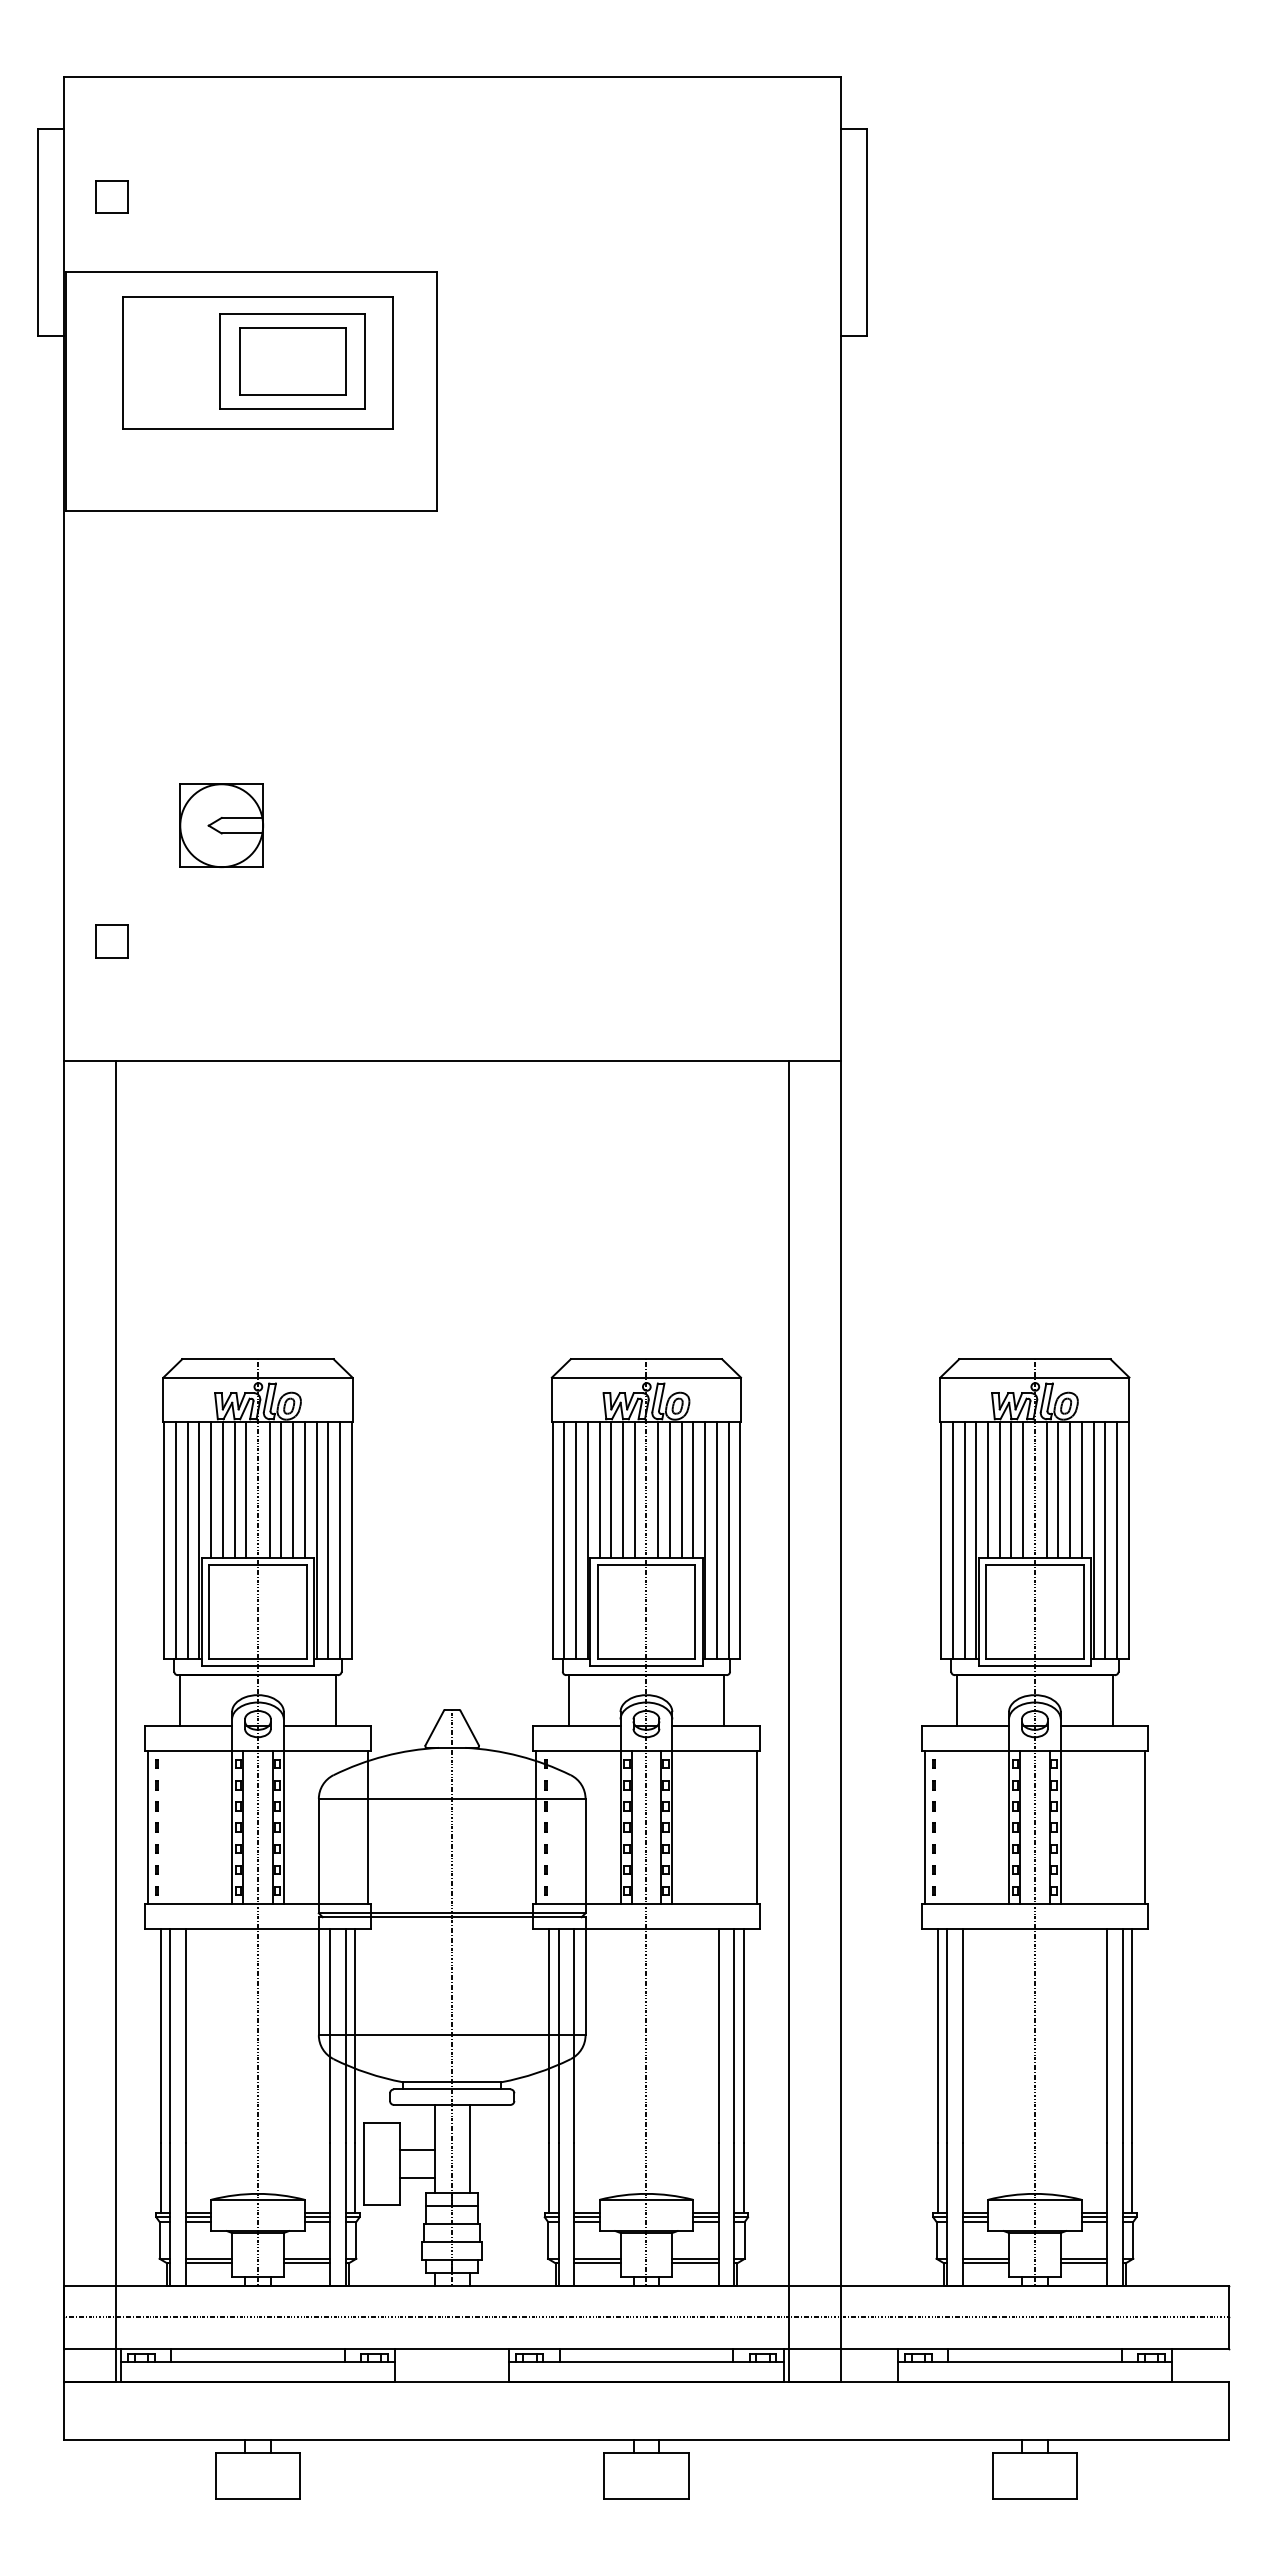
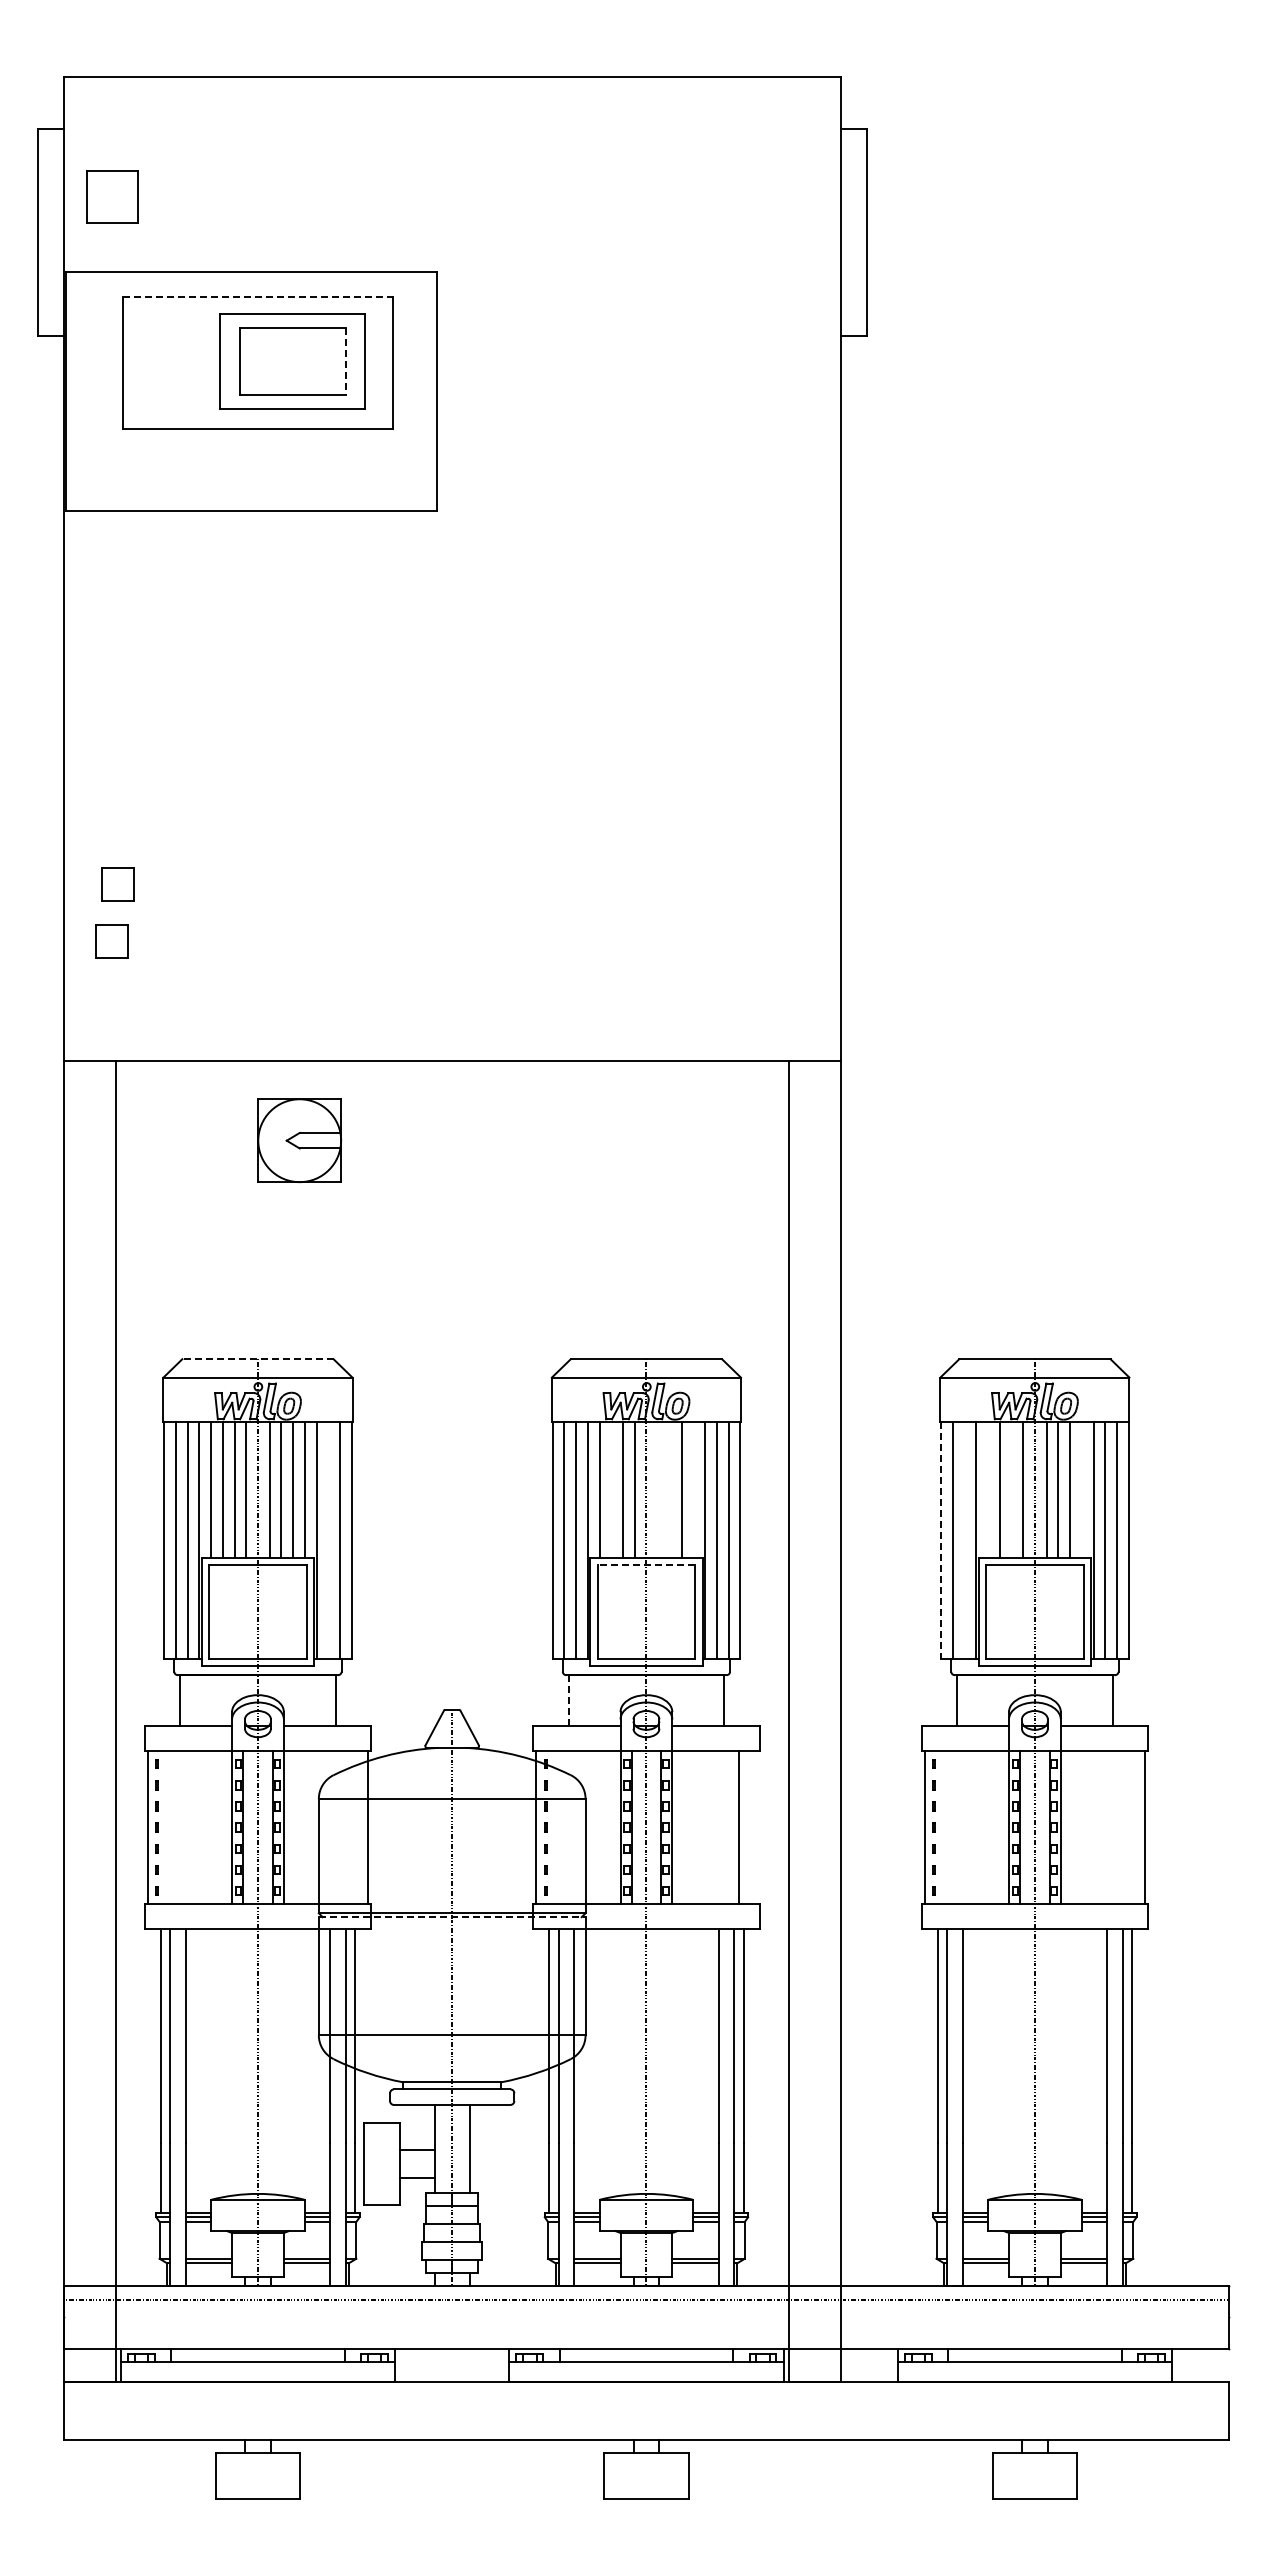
part at (111, 196) size: 34x34 px -> 53x54 px
line at (257, 297): solid -> dashed
line at (346, 362): solid -> dashed
part at (221, 825) position: (221, 825) -> (299, 1140)
part at (117, 884): none -> present
line at (257, 1359): solid -> dashed
line at (611, 1489): present -> none
line at (658, 1489): present -> none
line at (669, 1489): present -> none
line at (693, 1489): present -> none
line at (988, 1489): present -> none
line at (1011, 1489): present -> none
line at (1081, 1489): present -> none
line at (328, 1540): present -> none
line at (964, 1540): present -> none
line at (941, 1541): solid -> dashed
line at (646, 1564): solid -> dashed
line at (568, 1700): solid -> dashed
line at (756, 1827) position: (756, 1827) -> (738, 1827)
line at (452, 1917): solid -> dashed
line at (646, 2317) position: (646, 2317) -> (646, 2300)
